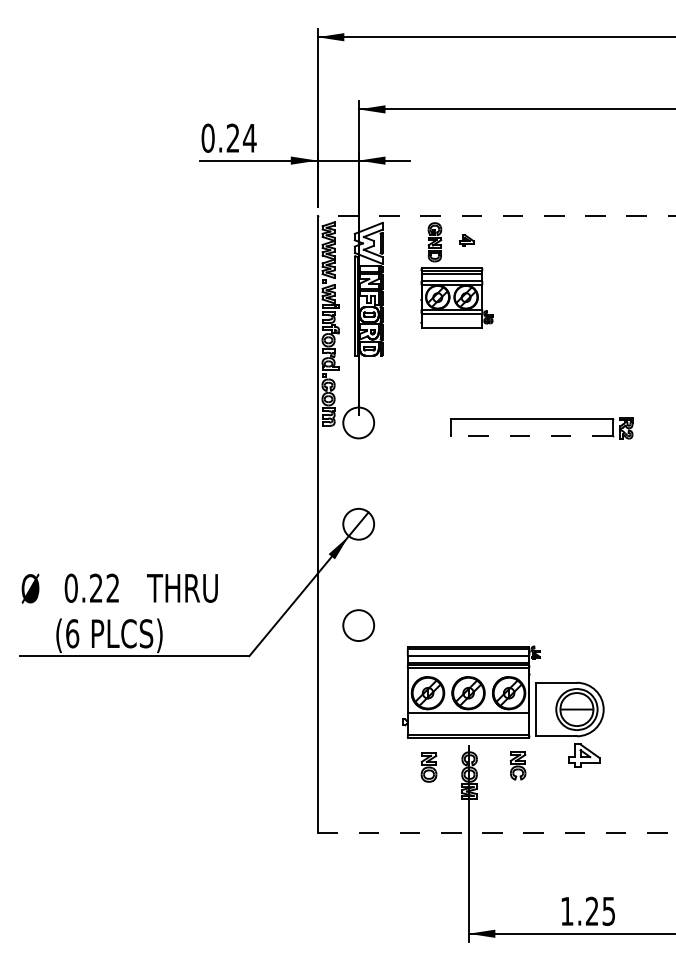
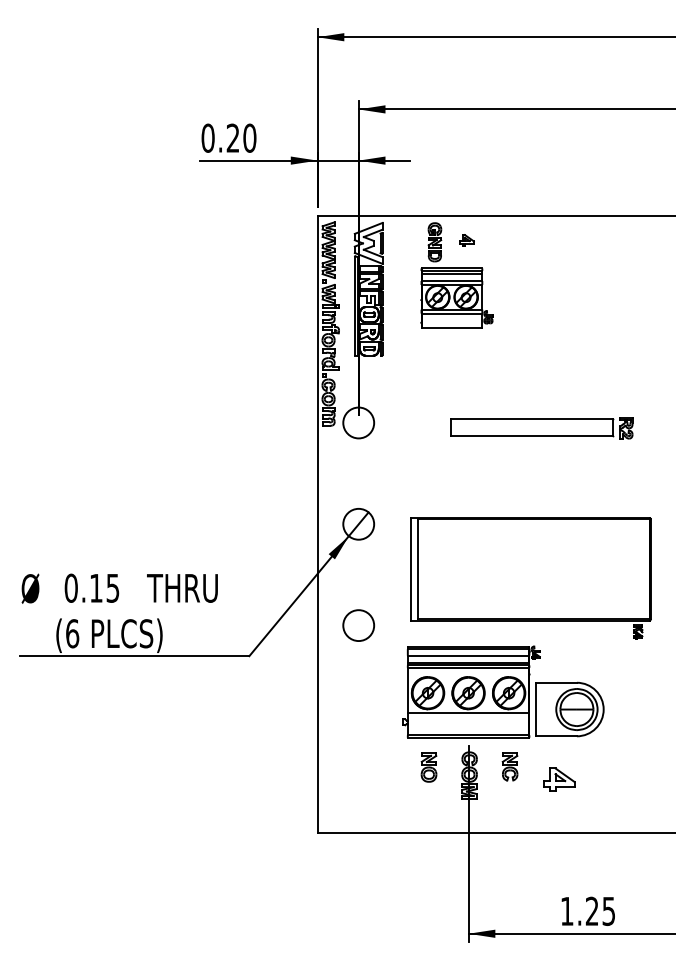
text at (249, 137): 0.24 -> 0.20
line at (496, 215): dashed -> solid
line at (531, 436): dashed -> solid
part at (530, 578): none -> present
text at (104, 587): 0.22 -> 0.15
part at (584, 755) position: (584, 755) -> (559, 779)
part at (517, 765) position: (517, 765) -> (509, 766)
line at (496, 833): dashed -> solid
